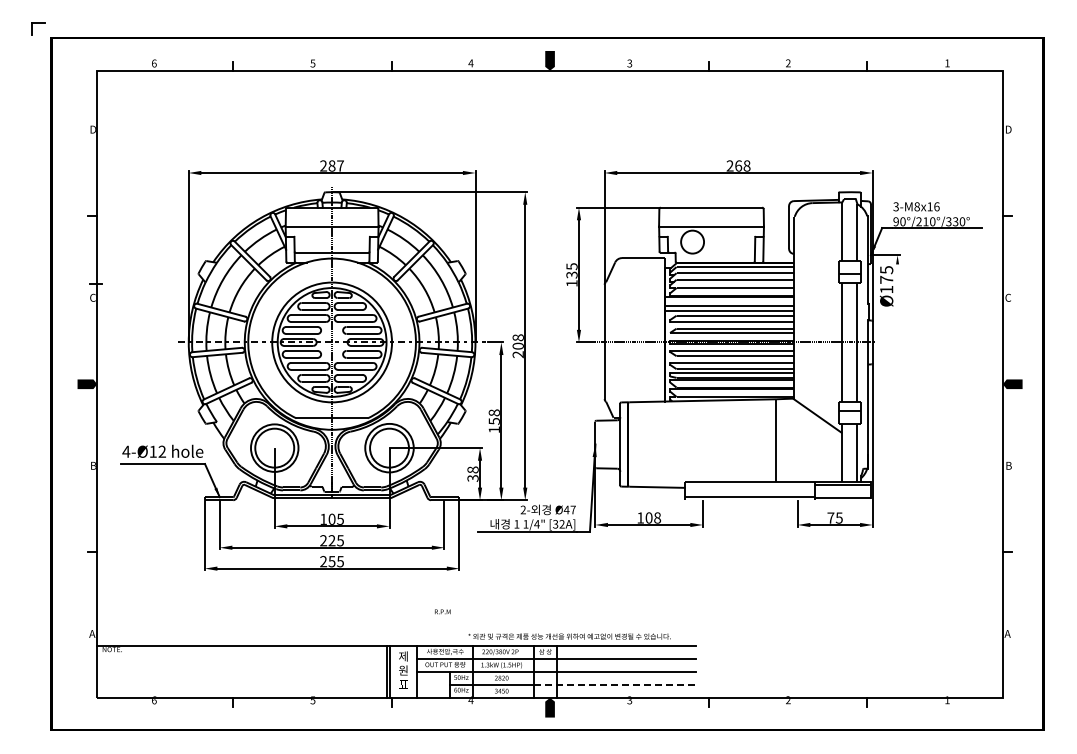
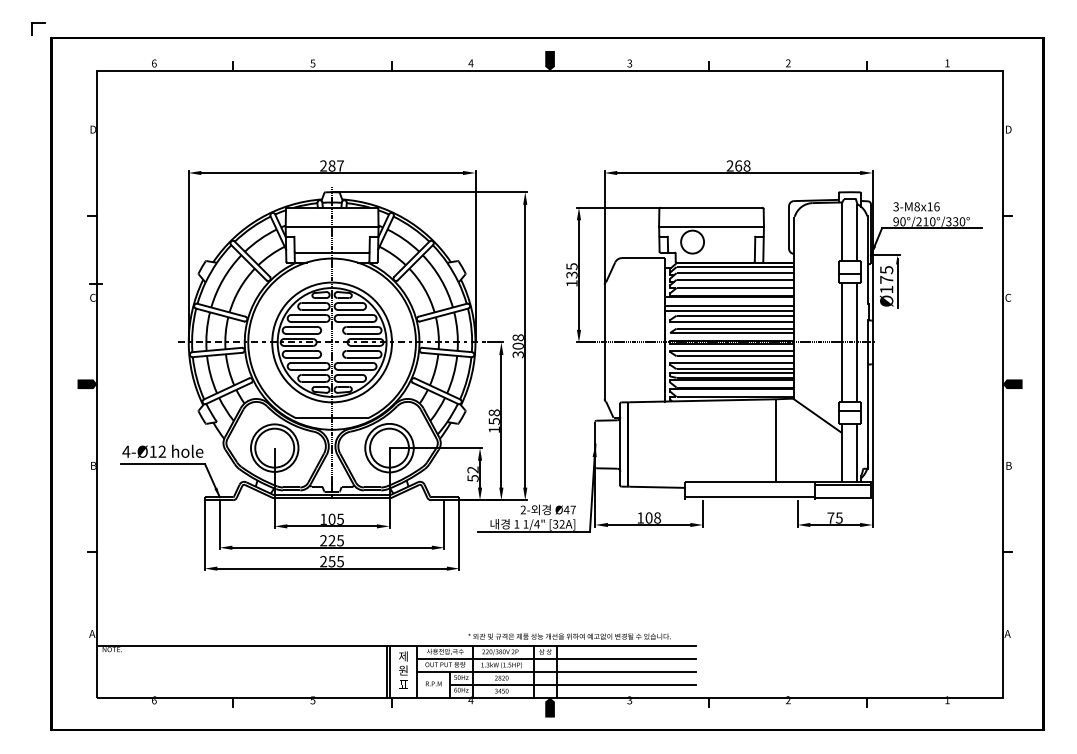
line at (897, 282): none -> present
text at (518, 354): 208 -> 308
text at (472, 473): 38 -> 52
text at (442, 611) position: (442, 611) -> (433, 683)
line at (615, 684): dashed -> solid
